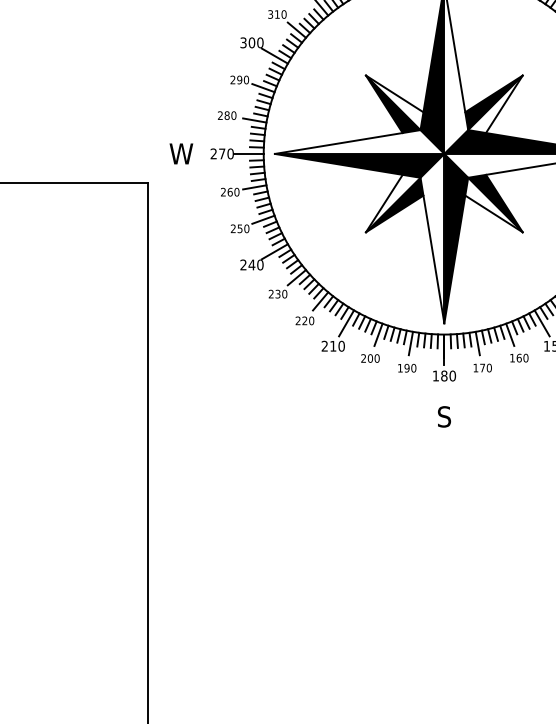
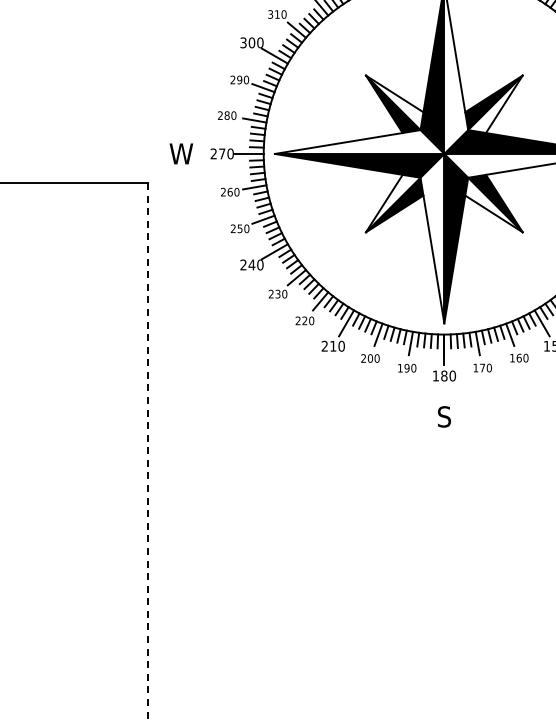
line at (148, 453): solid -> dashed
